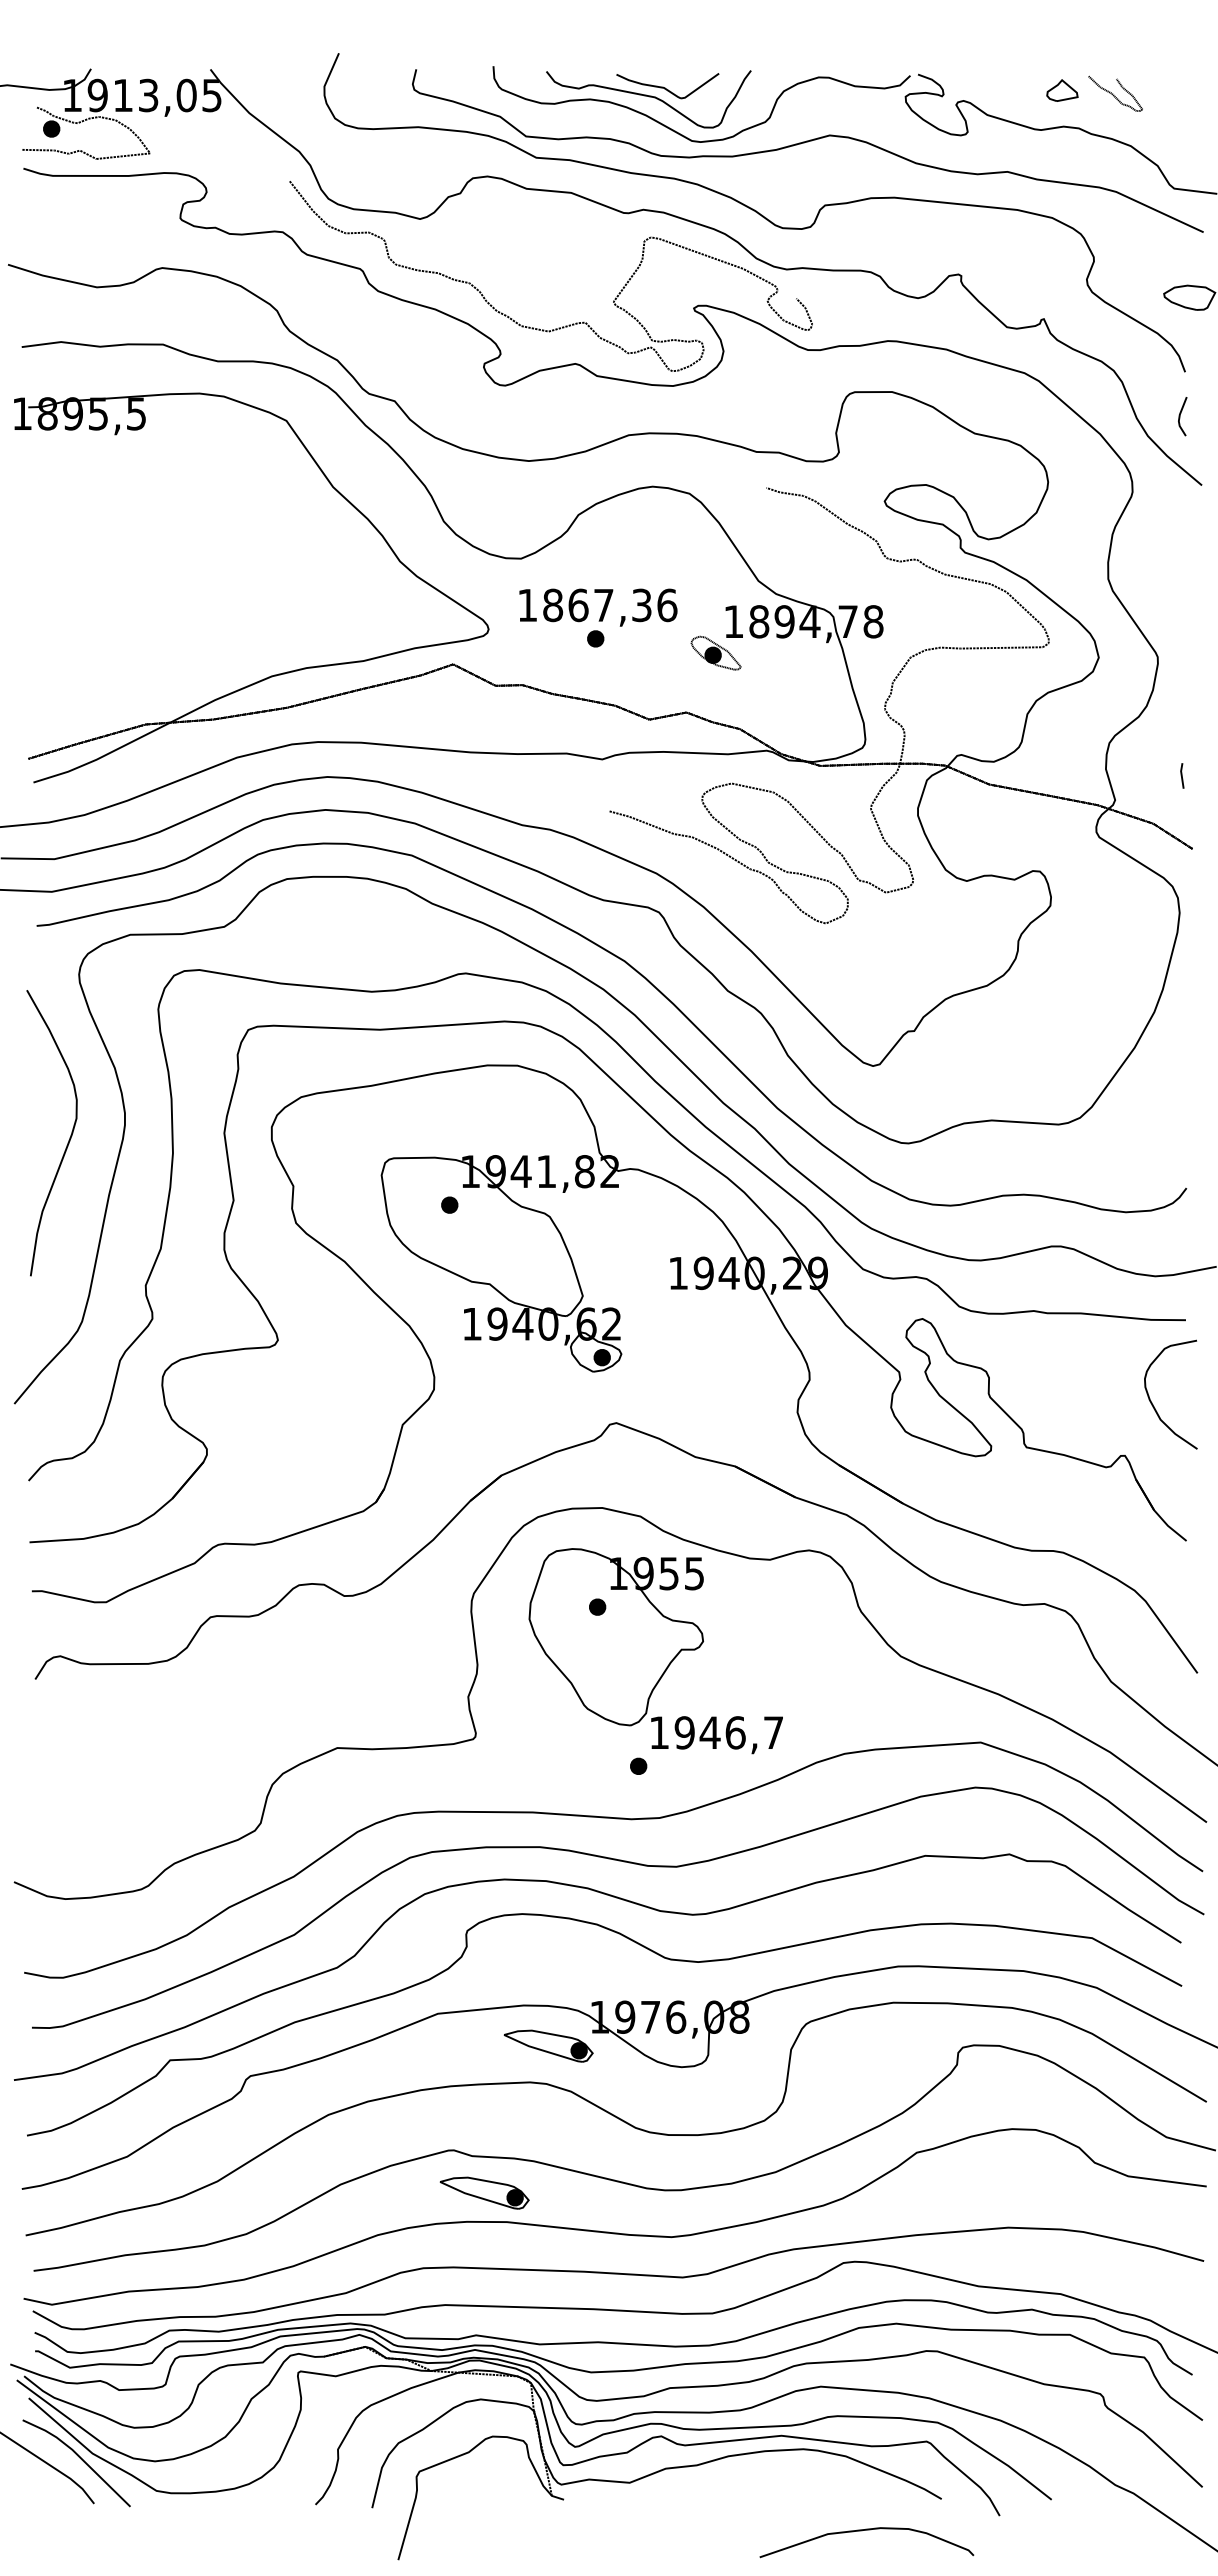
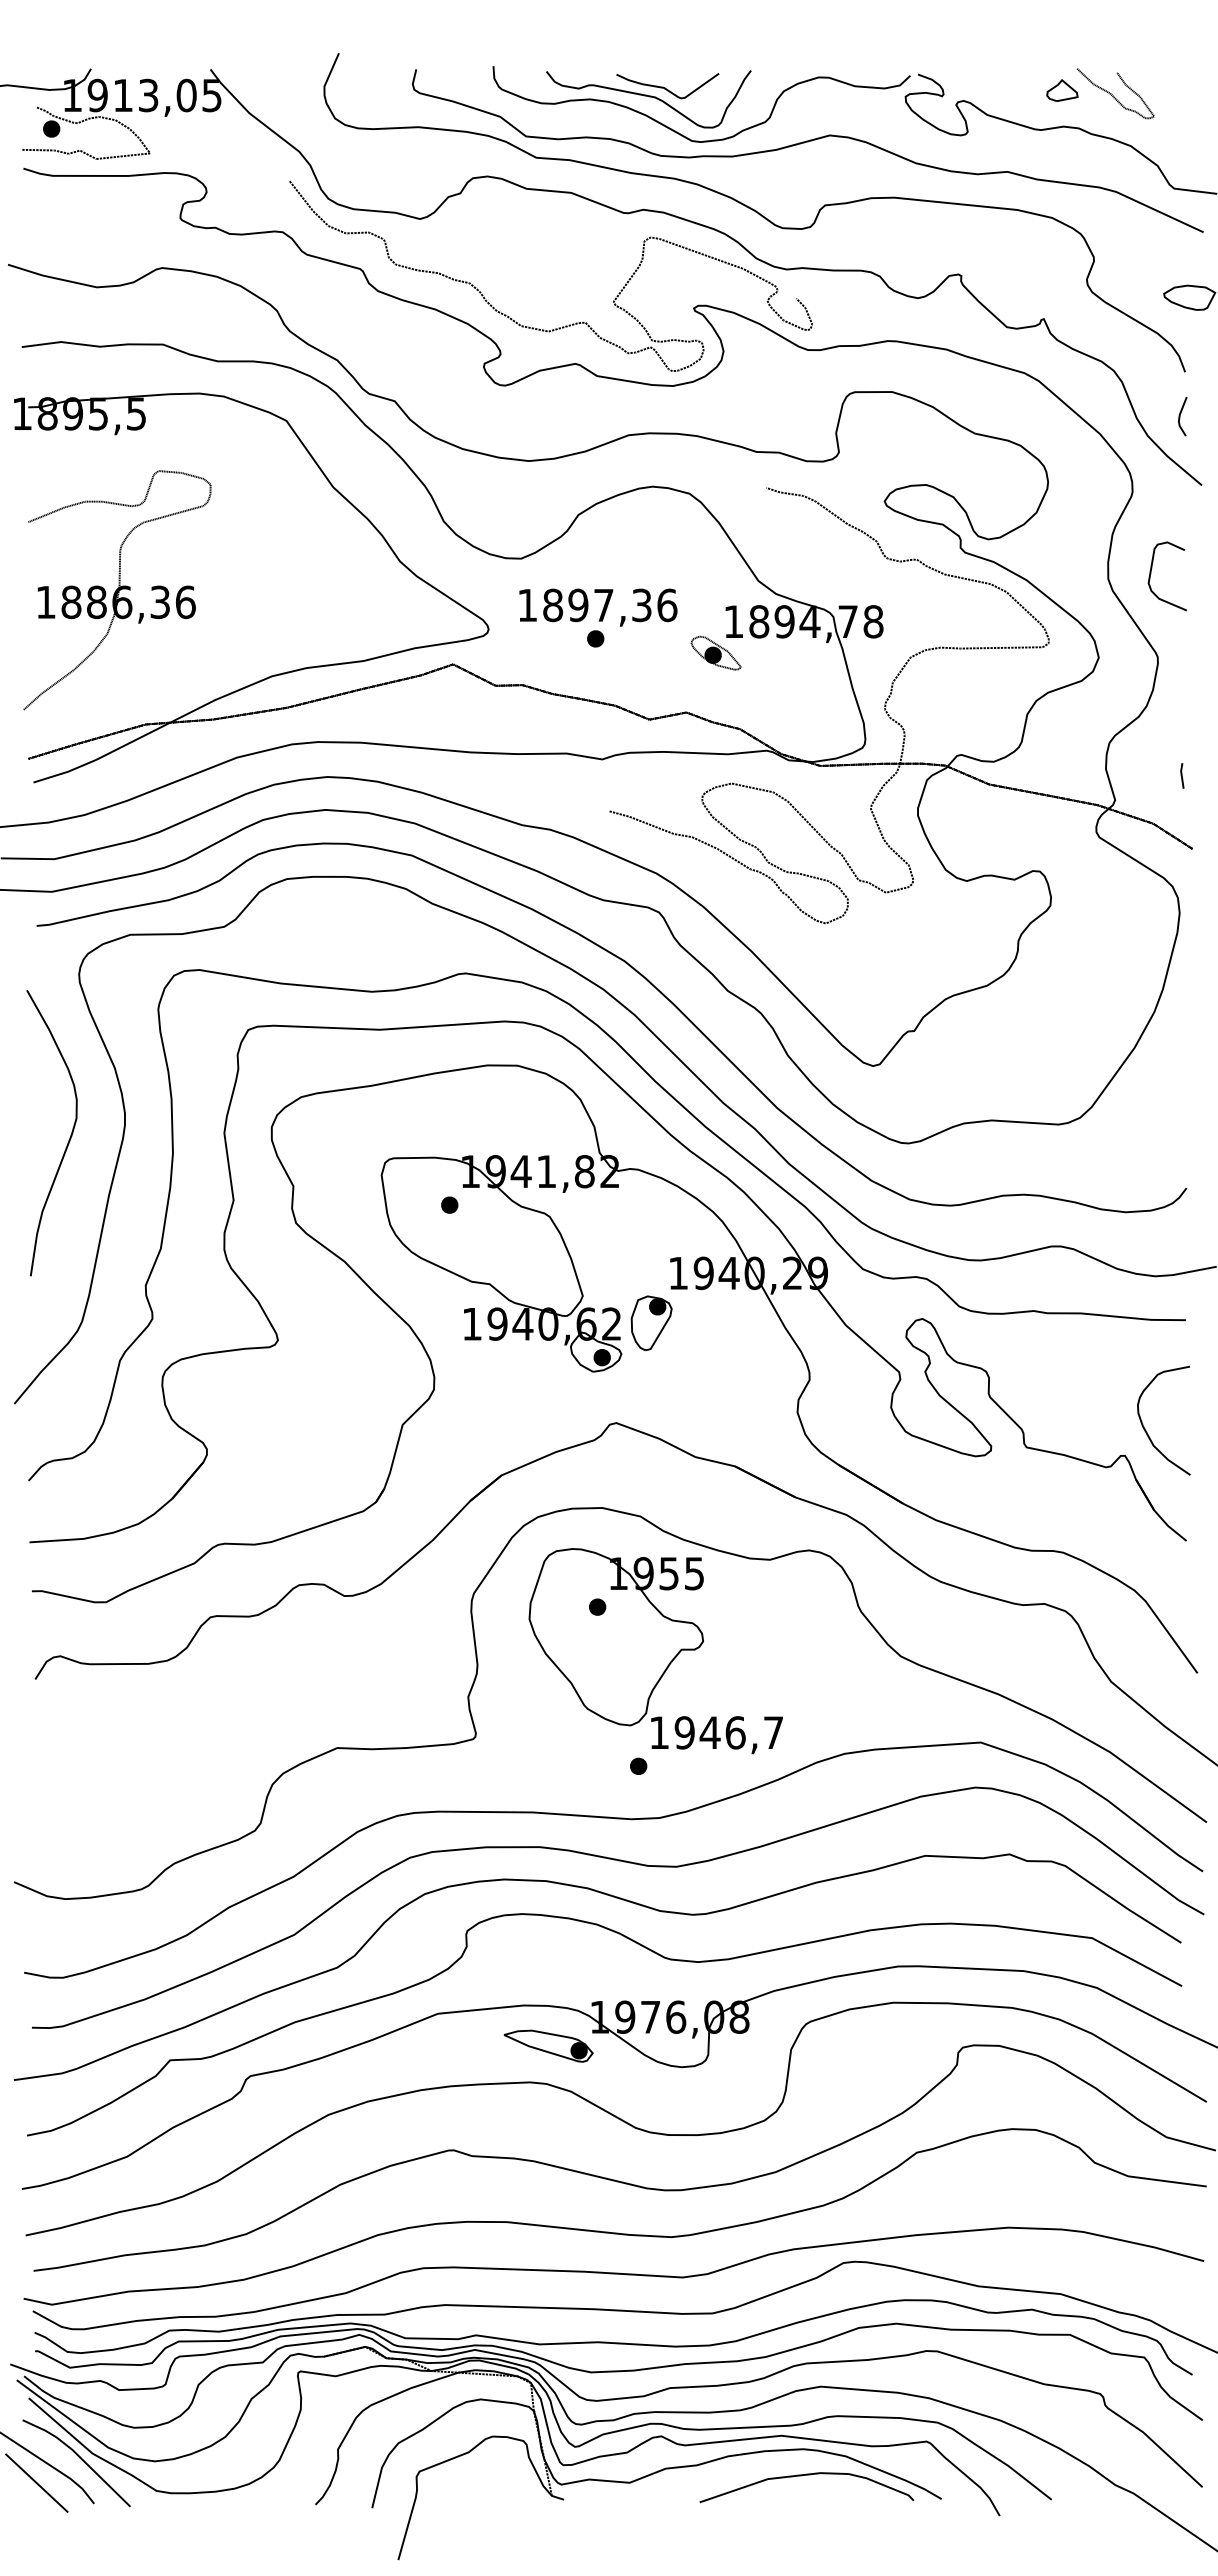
part at (1115, 93) size: 55x37 px -> 79x52 px
curve at (1151, 574): none -> present
part at (117, 590): none -> present
text at (578, 605): 1867,36 -> 1897,36
part at (651, 1322): none -> present
curve at (1152, 1402) position: (1152, 1402) -> (1145, 1428)
part at (484, 2192): present -> none
line at (36, 2482): none -> present
curve at (862, 2531) position: (862, 2531) -> (802, 2476)
